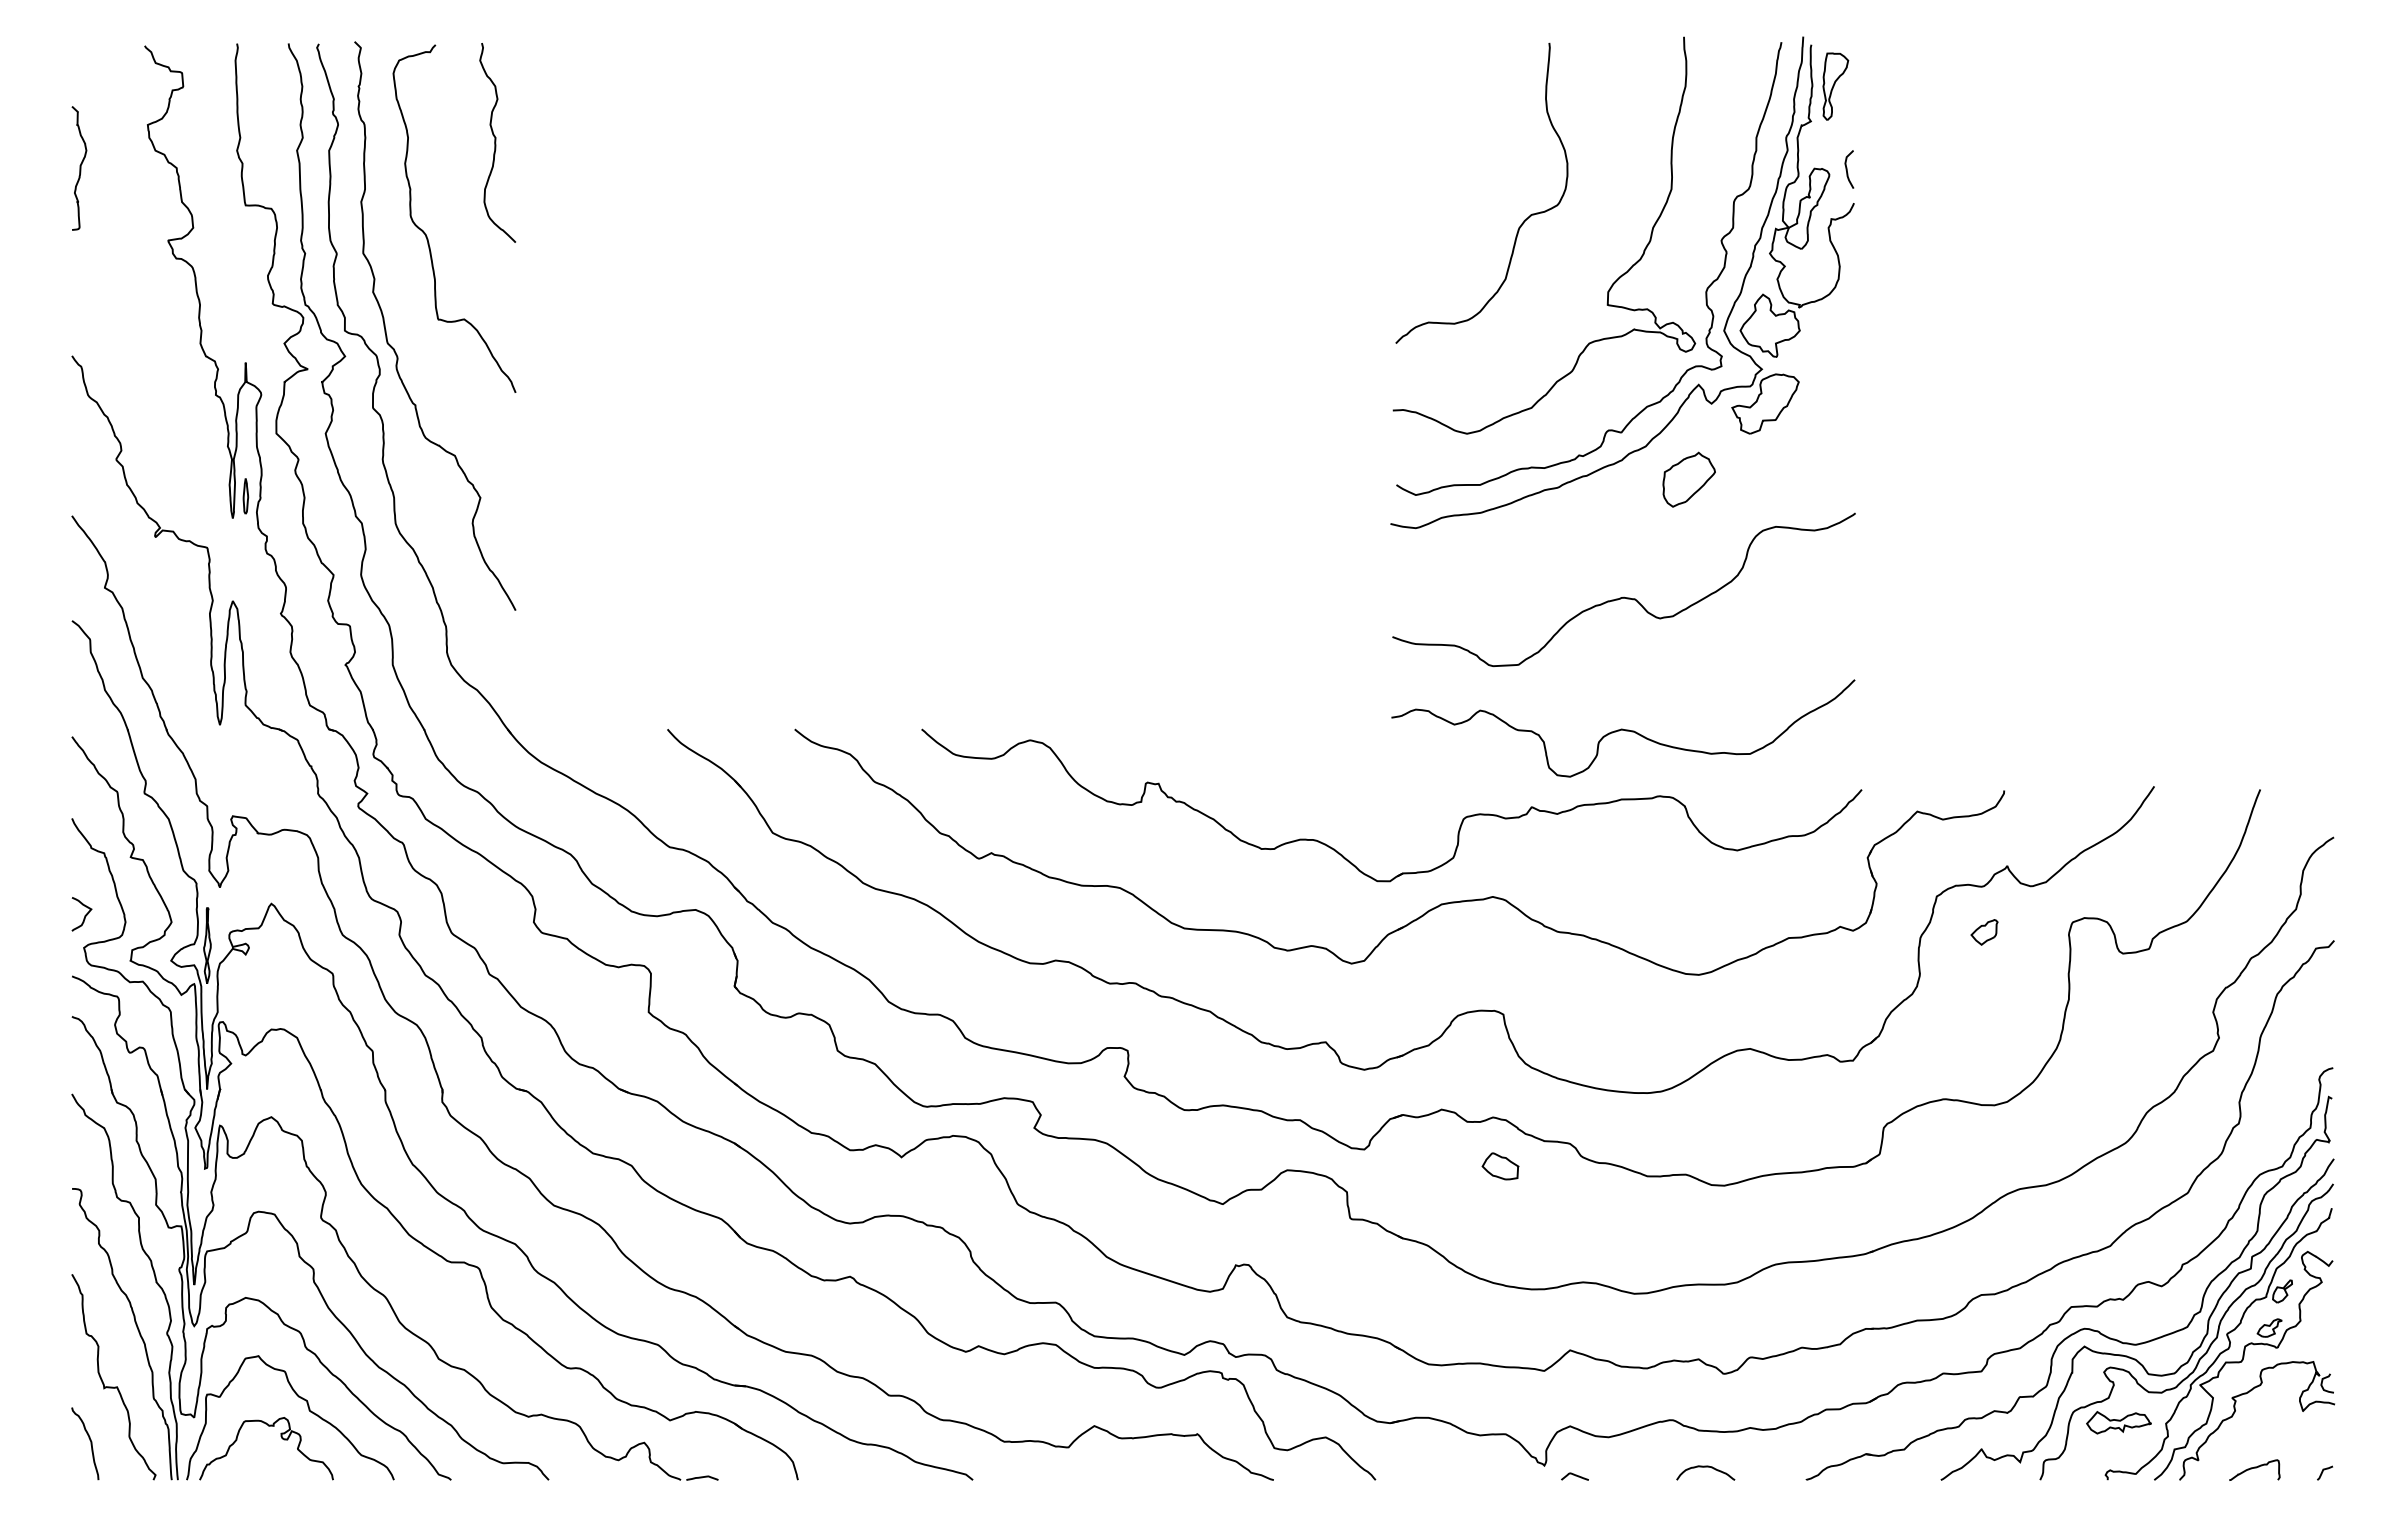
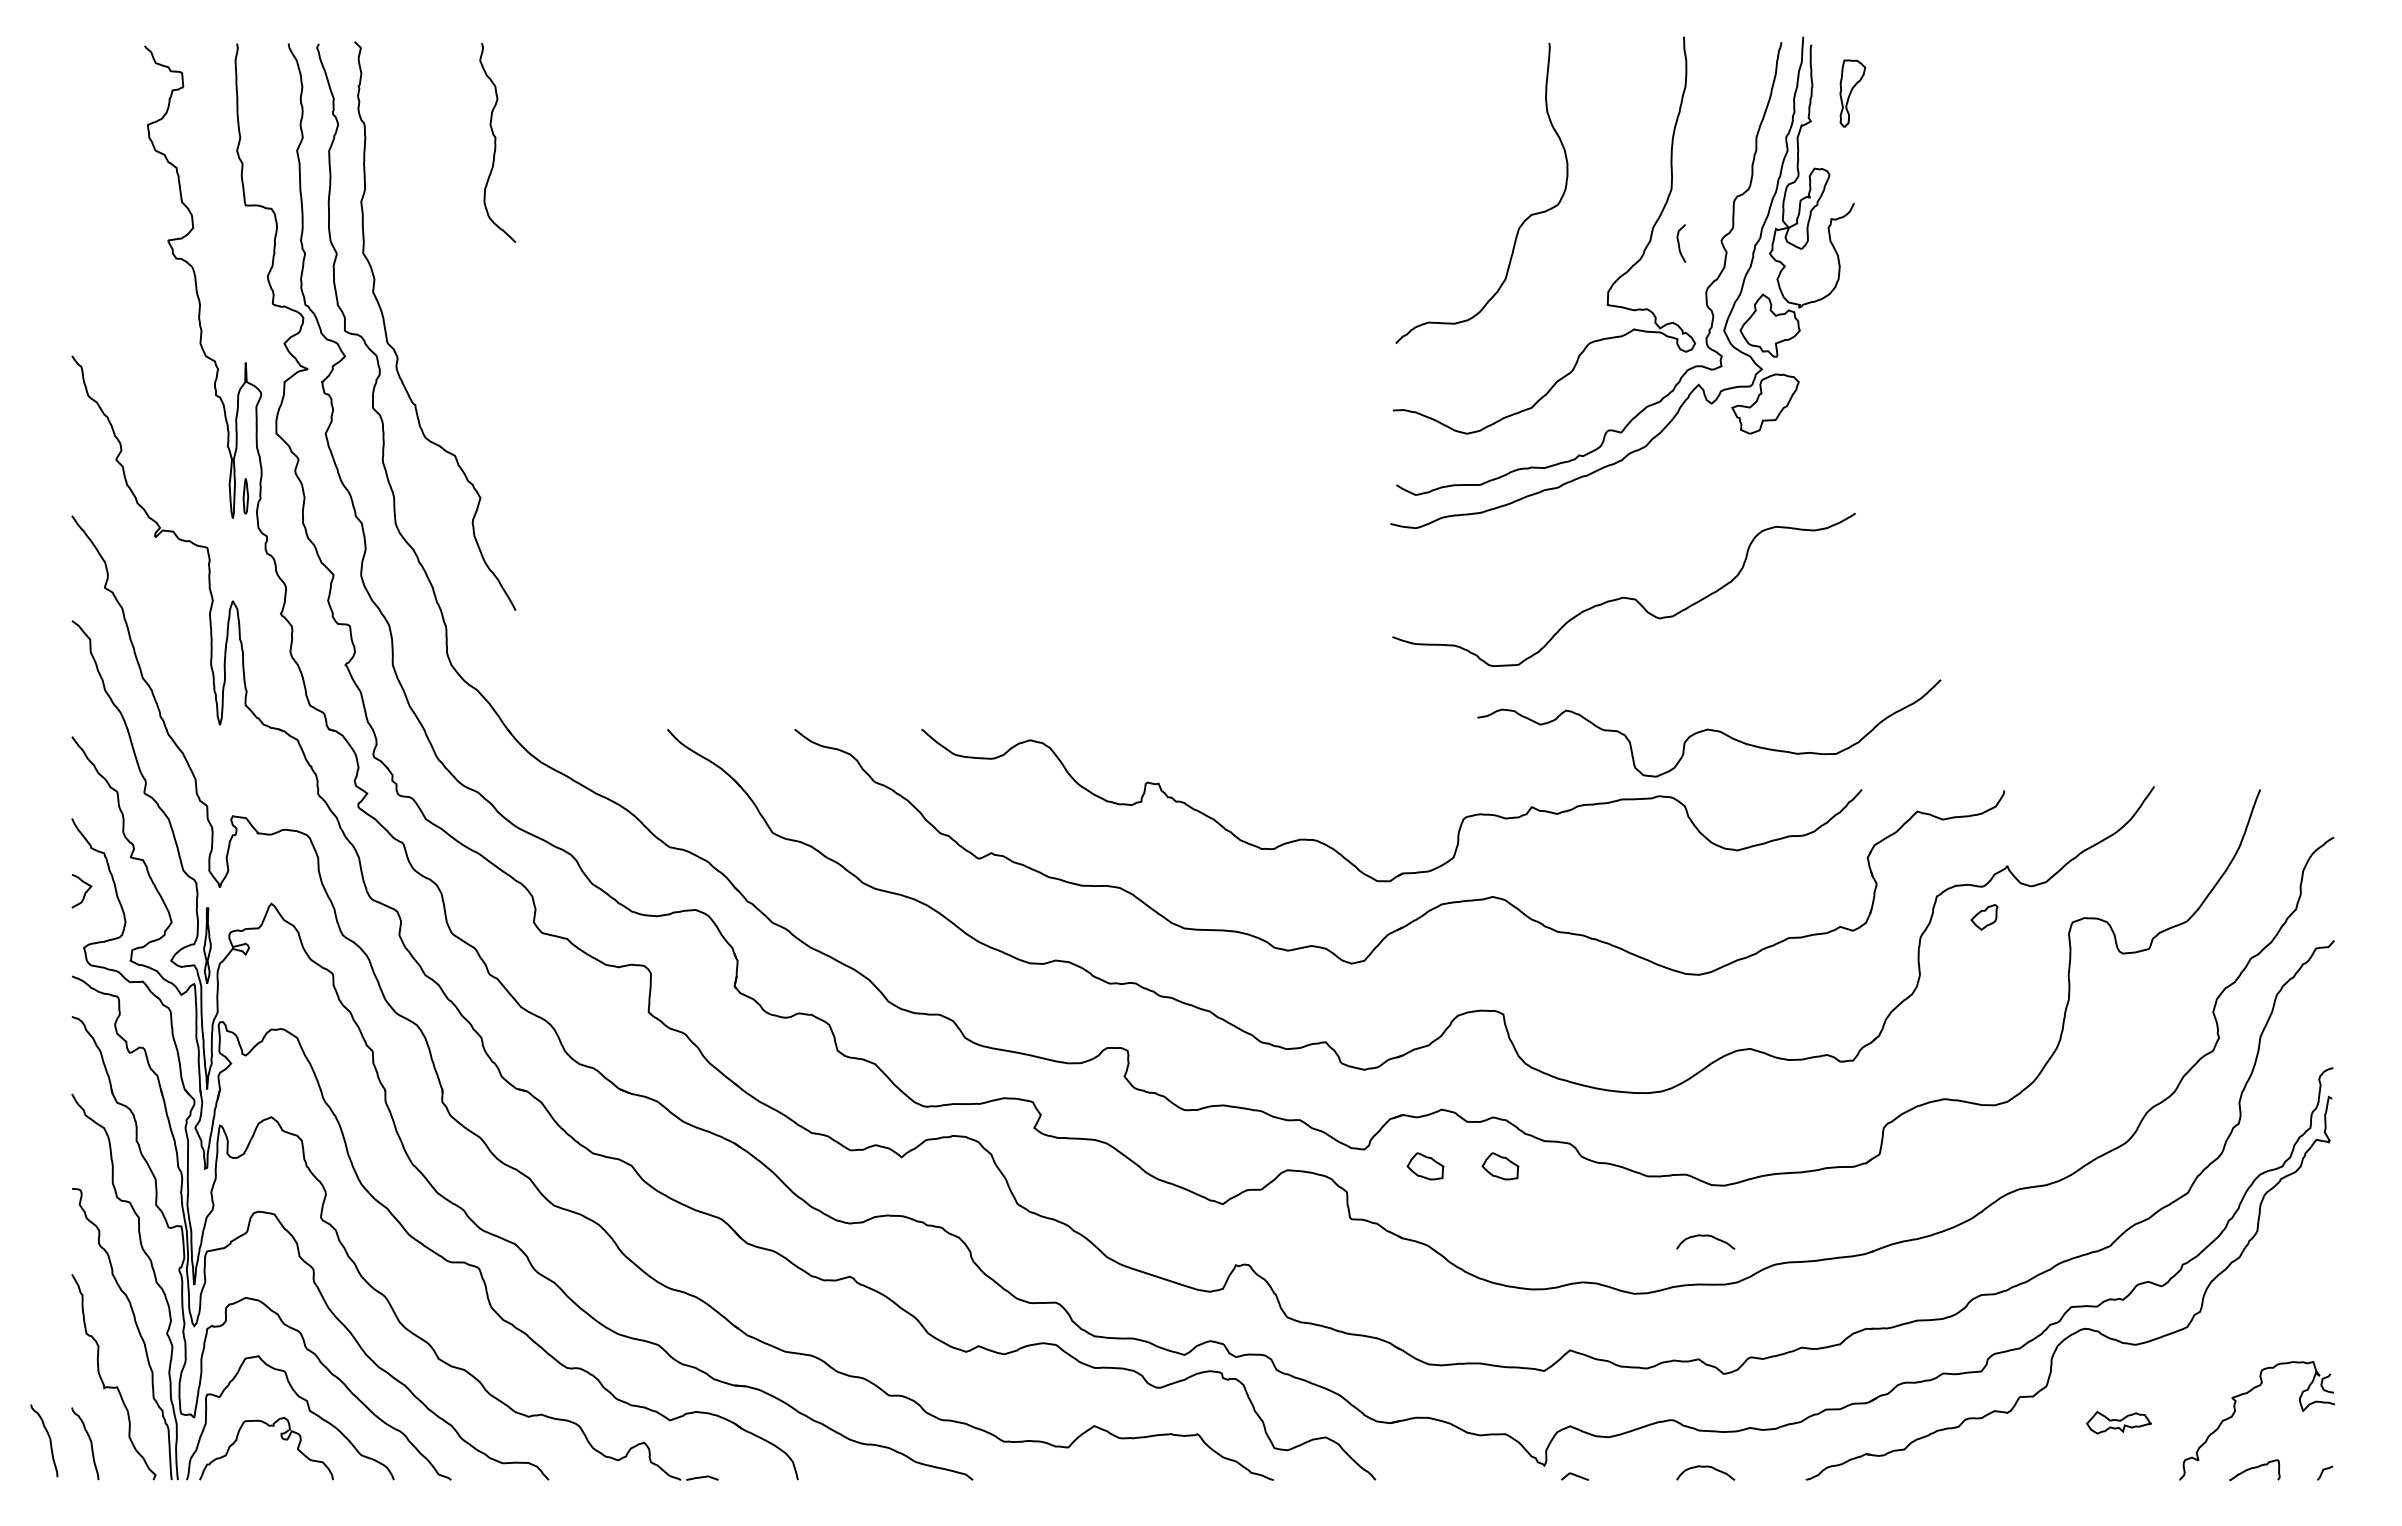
part at (1835, 86) position: (1835, 86) -> (1852, 93)
curve at (79, 168): present -> none
curve at (1847, 169) position: (1847, 169) -> (1679, 243)
curve at (425, 232): present -> none
part at (1688, 479): present -> none
curve at (1622, 728) position: (1622, 728) -> (1708, 728)
curve at (84, 915) position: (84, 915) -> (84, 892)
part at (1984, 932) position: (1984, 932) -> (1984, 917)
part at (1425, 1166): none -> present
curve at (1705, 1236): none -> present
part at (2127, 1355): present -> none
curve at (48, 1437): none -> present
